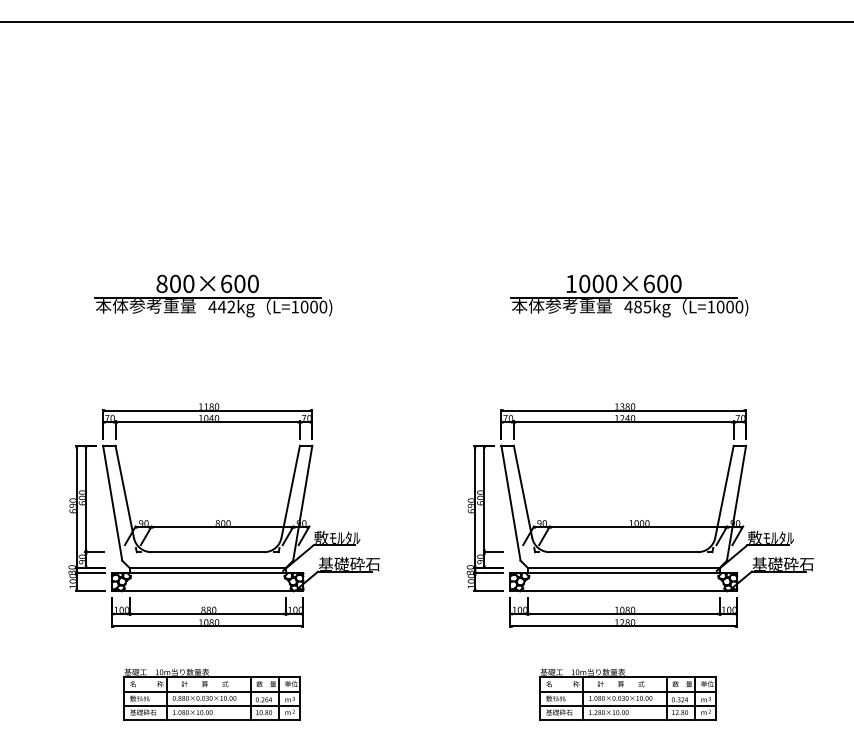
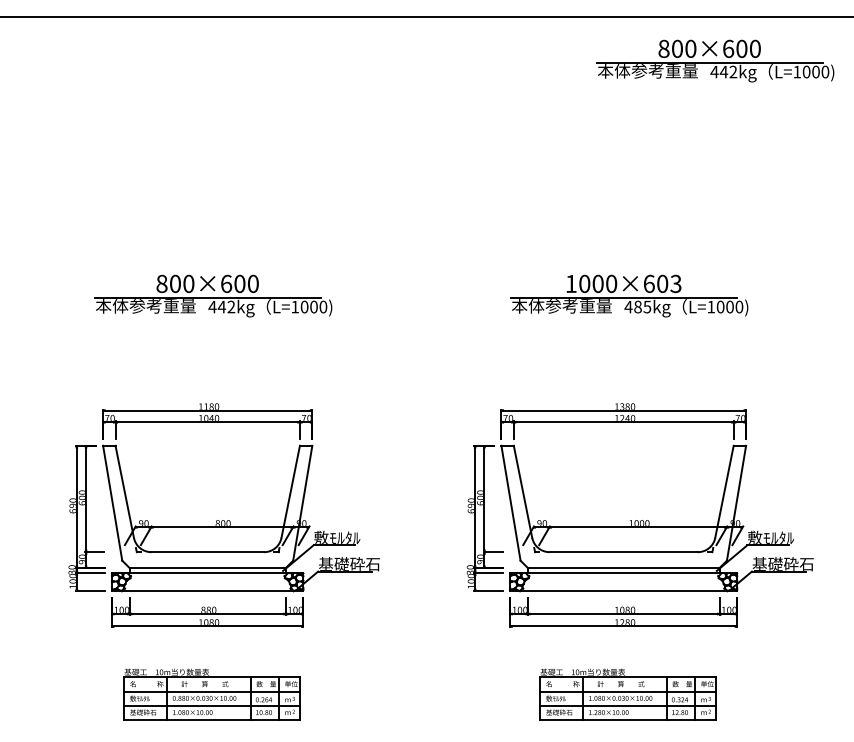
line at (426, 22) position: (426, 22) -> (426, 17)
part at (715, 60): none -> present
text at (675, 283): 1000×600 -> 1000×603
